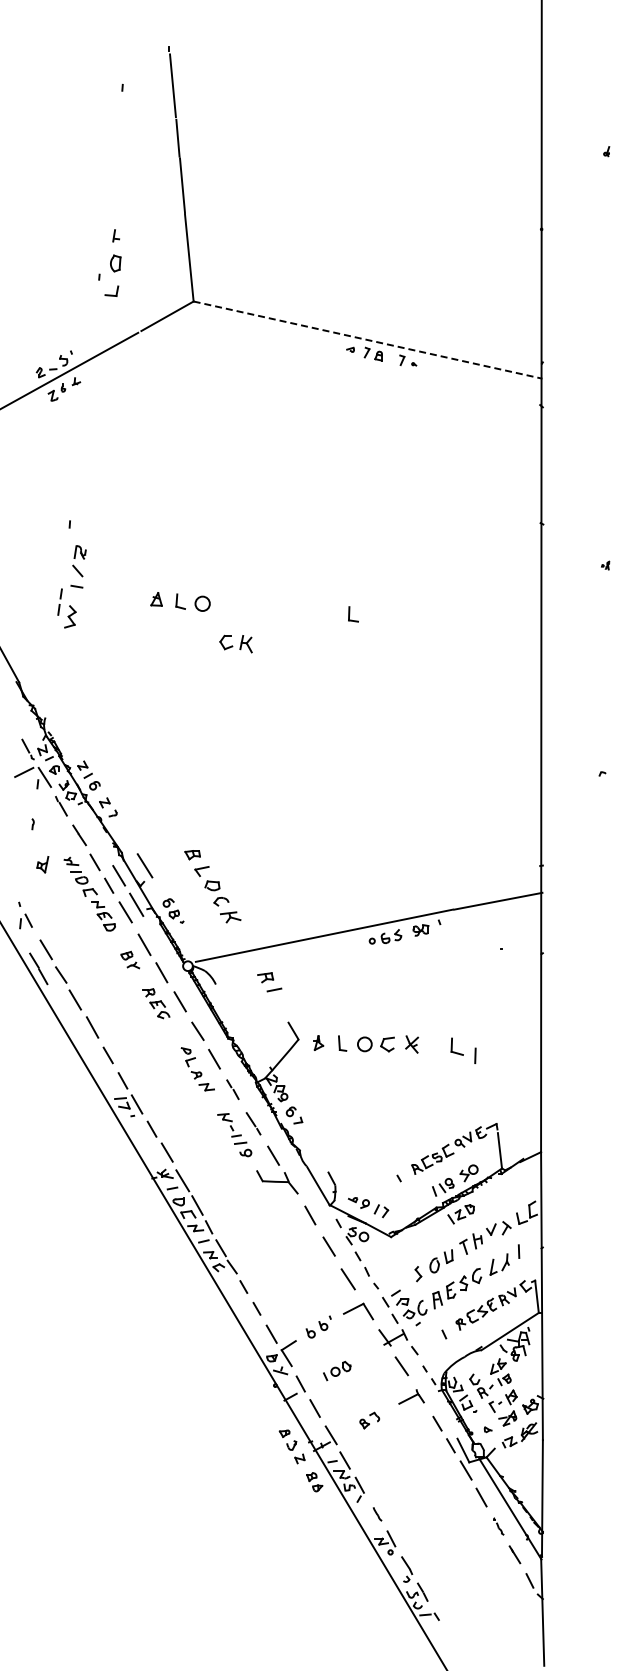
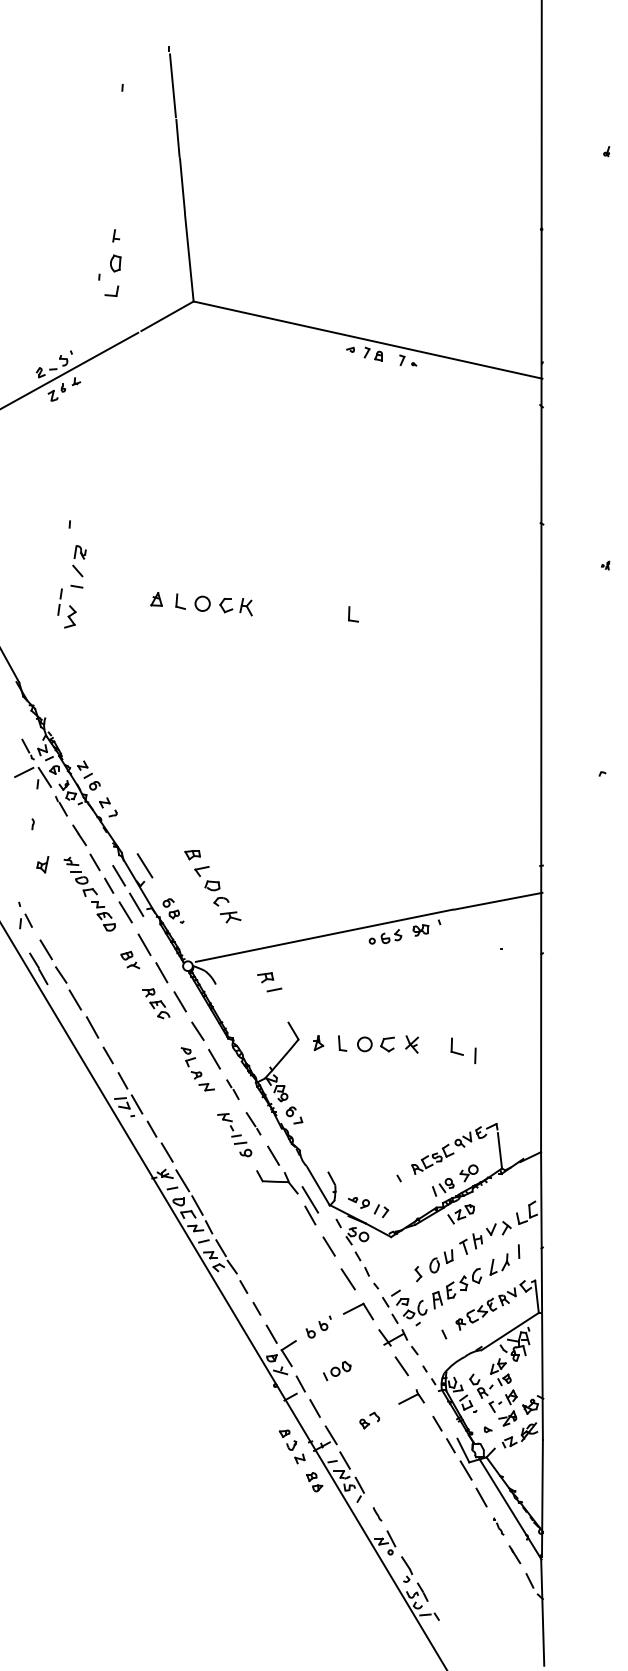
line at (368, 340): dashed -> solid
part at (235, 643) position: (235, 643) -> (235, 606)
line at (310, 1199): none -> present
